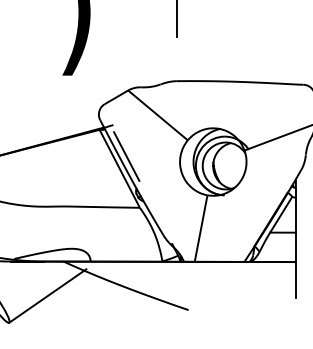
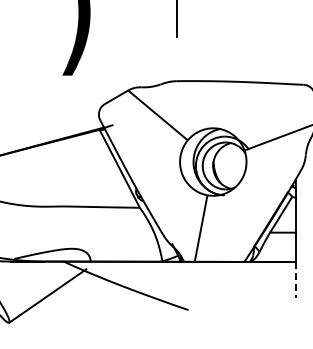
line at (126, 156): present -> none
line at (295, 280): solid -> dashed
